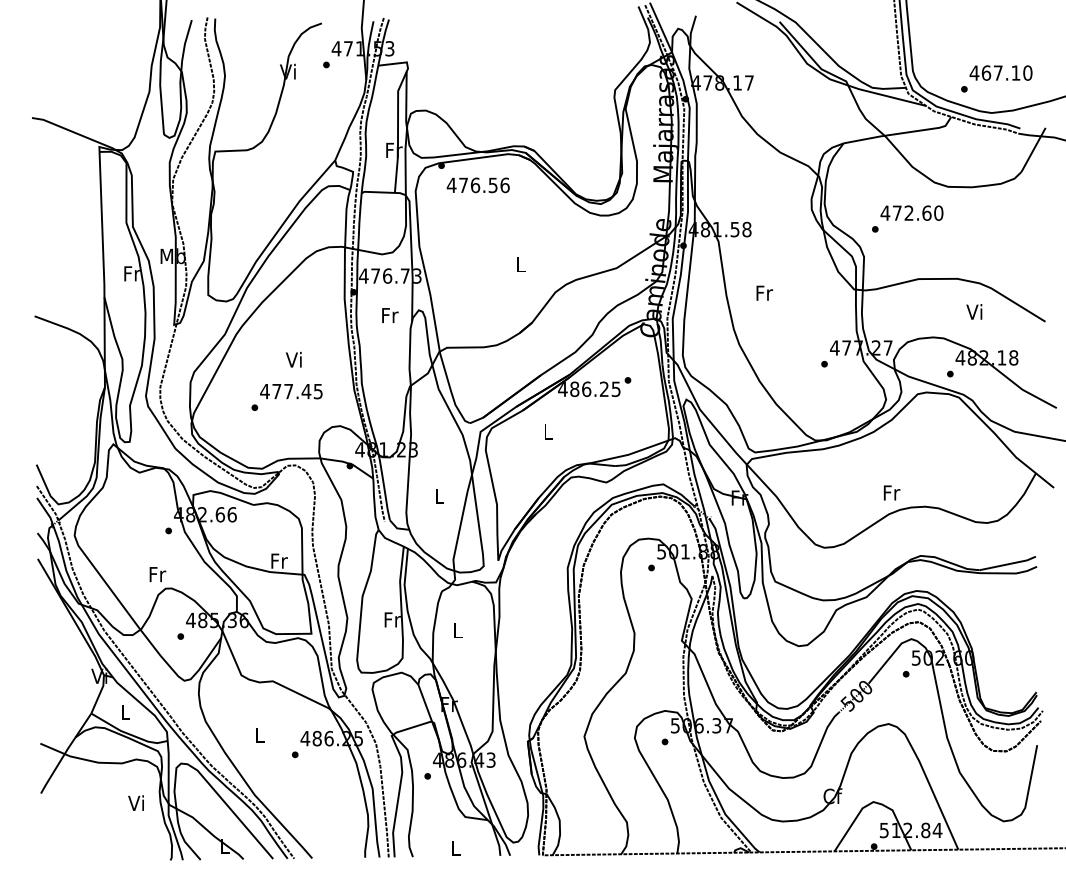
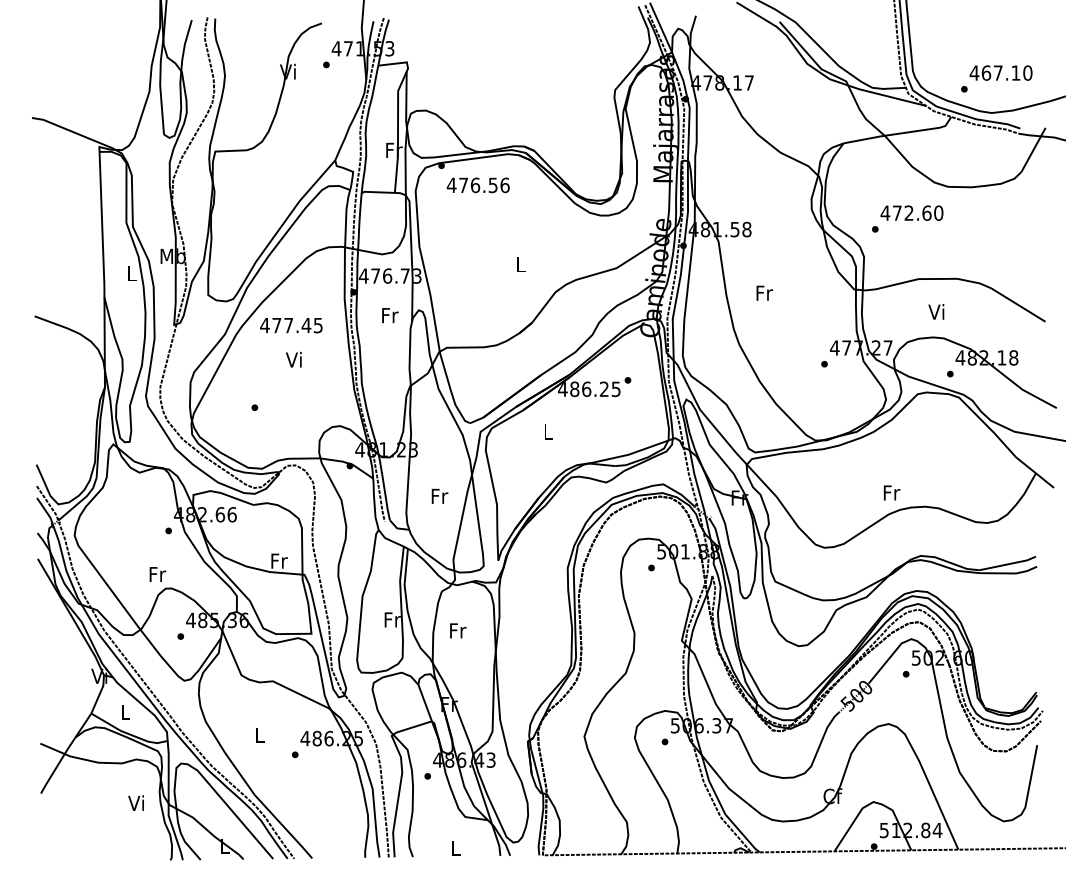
text at (131, 273): Fr -> L
text at (974, 311) position: (974, 311) -> (936, 311)
text at (291, 391) position: (291, 391) -> (291, 325)
text at (439, 495): L -> Fr
text at (458, 630): L -> Fr
